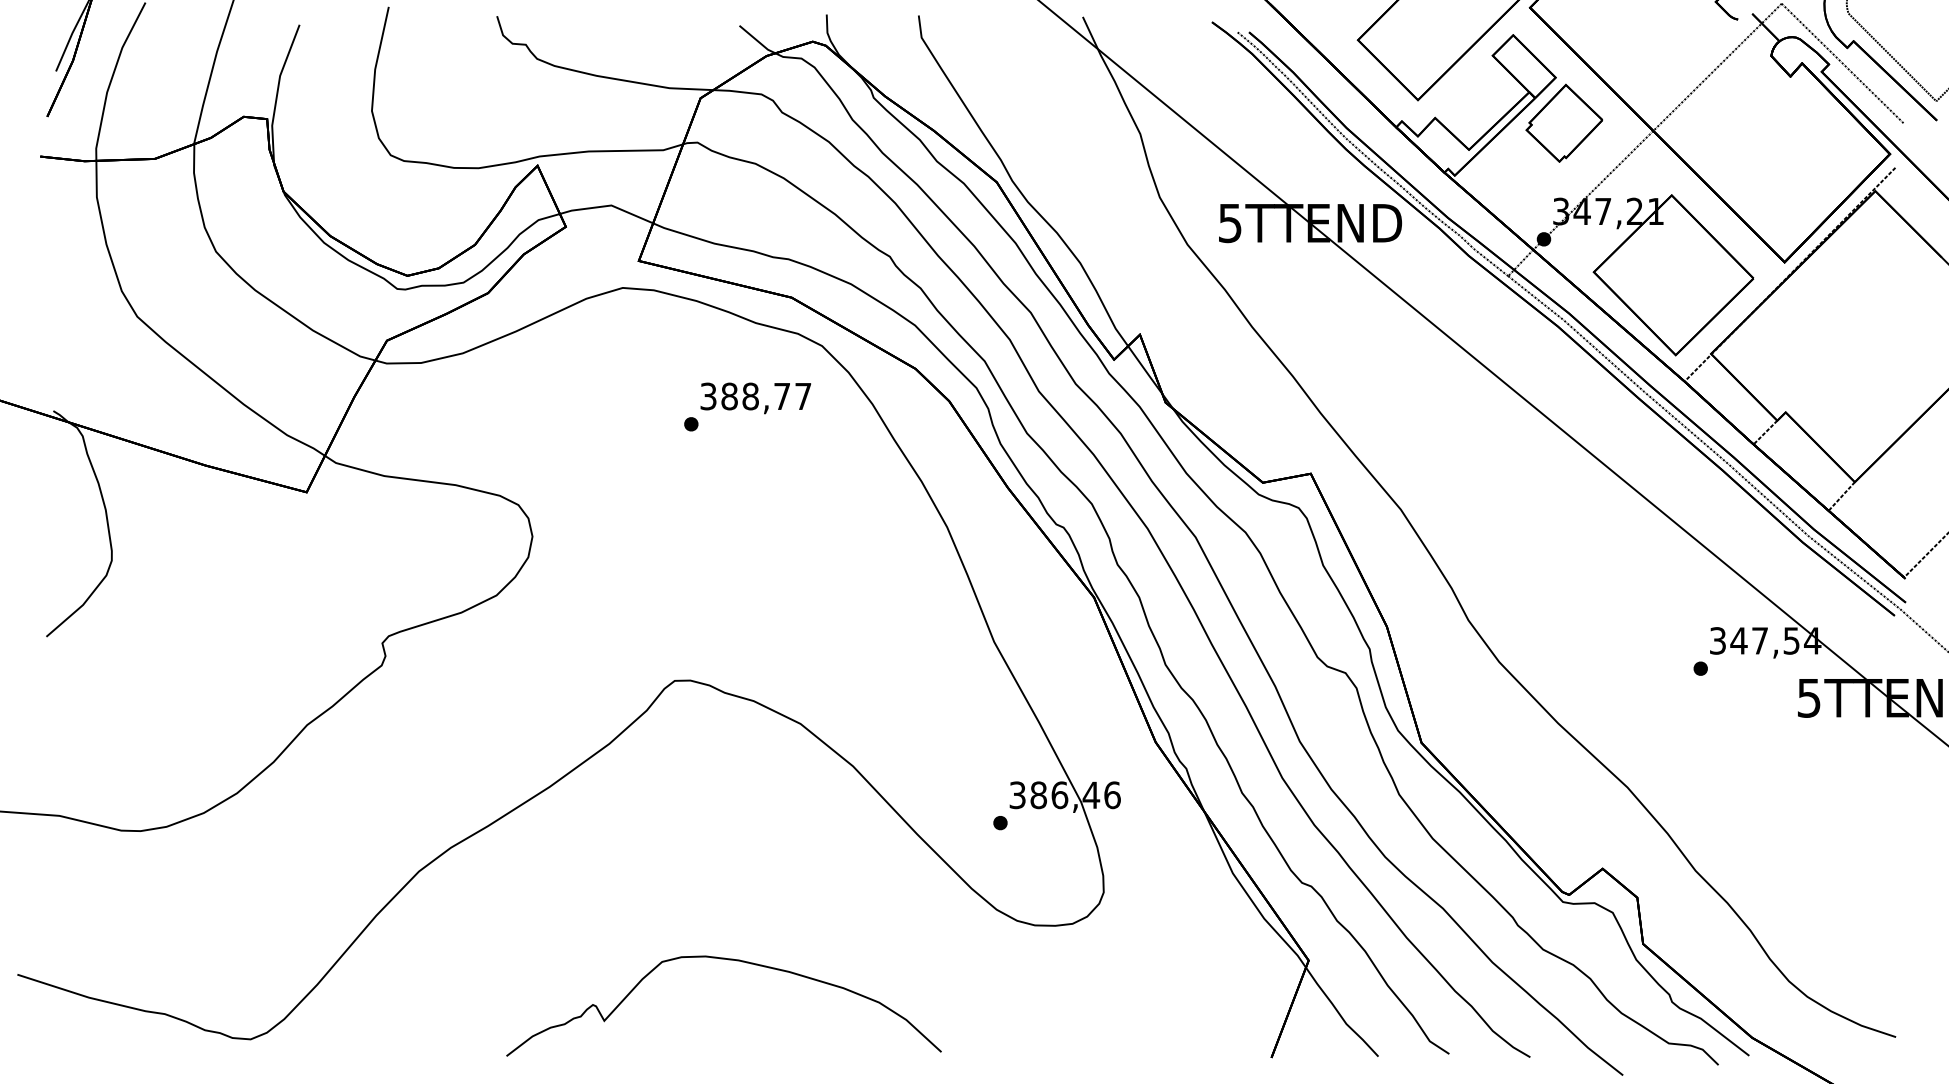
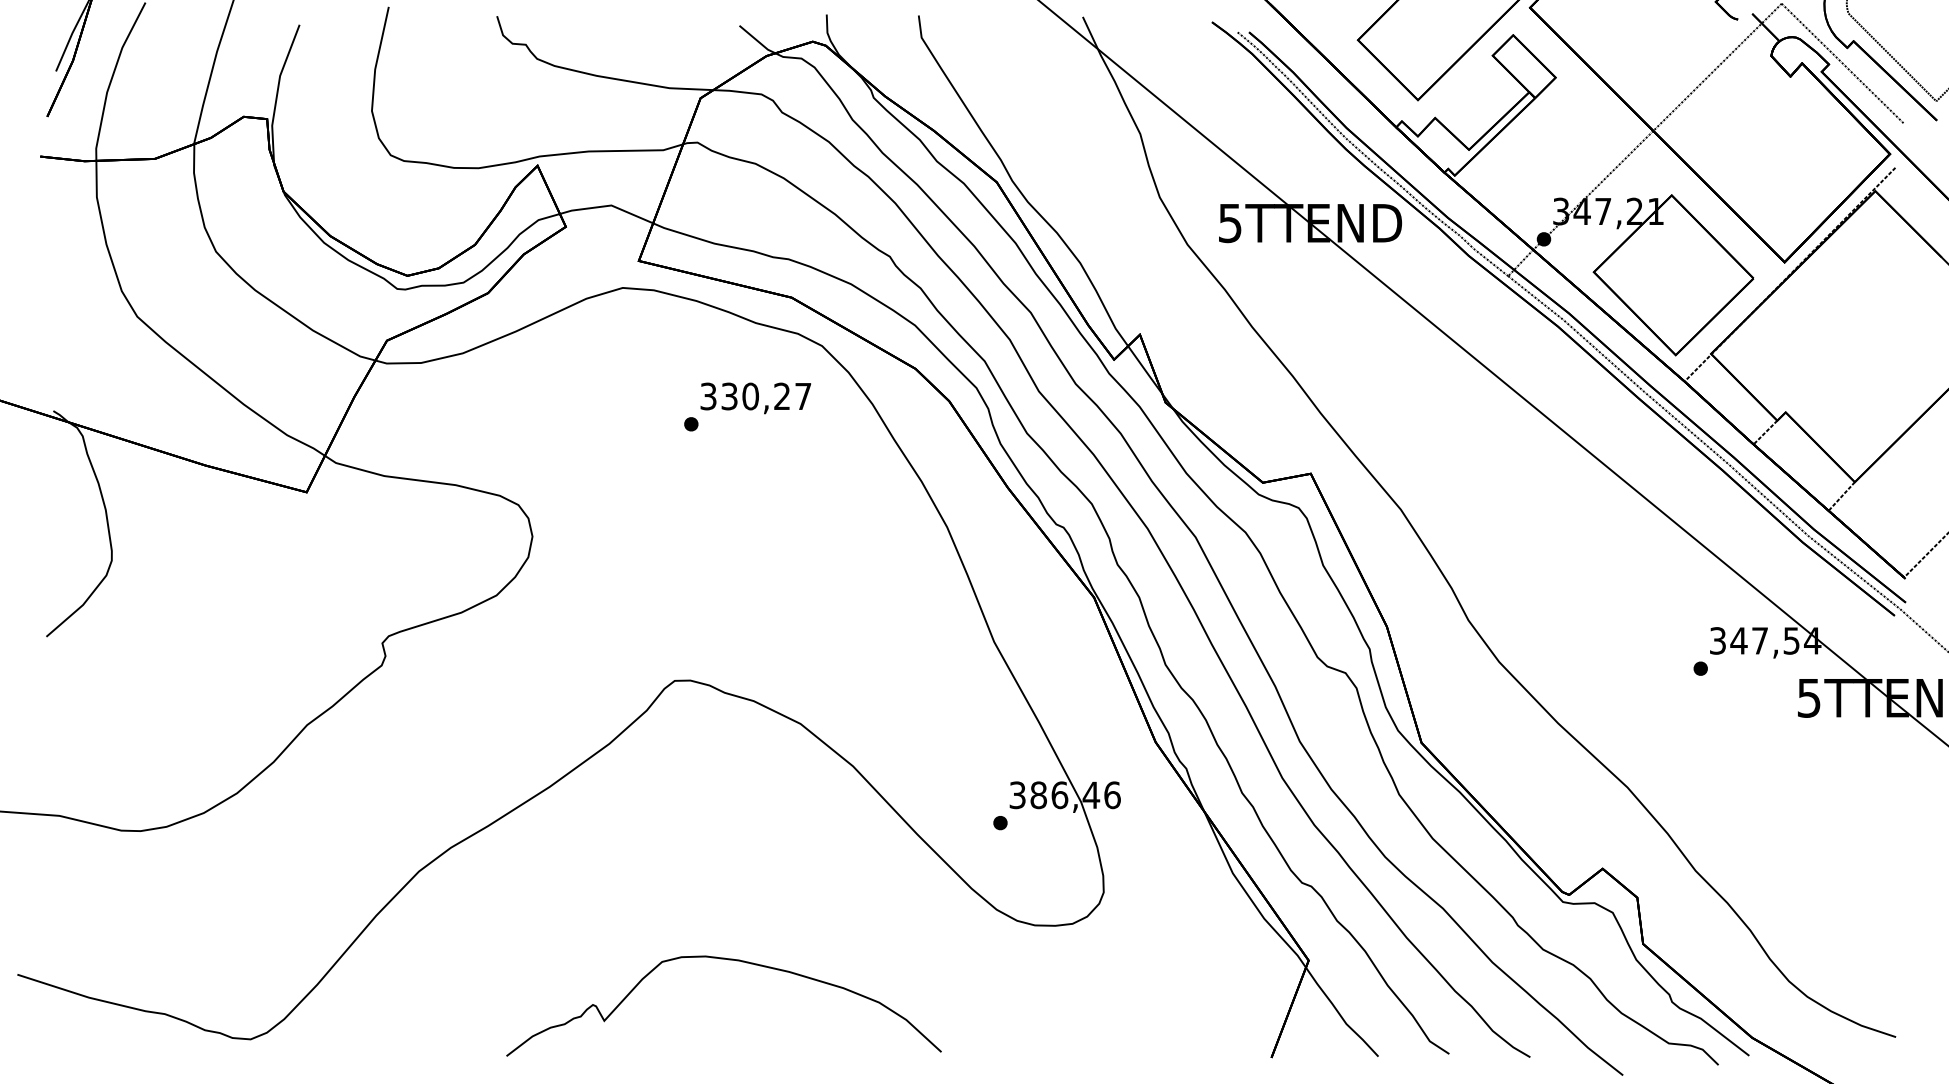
part at (1563, 122): present -> none
text at (755, 396): 388,77 -> 330,27
